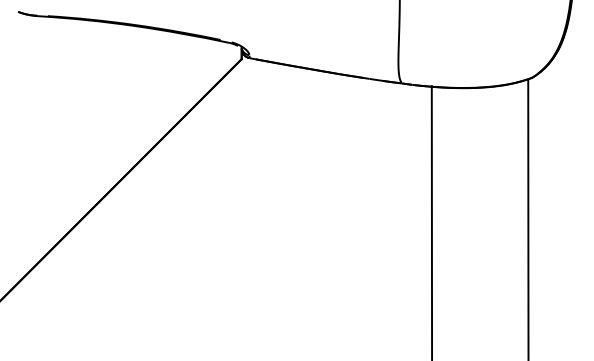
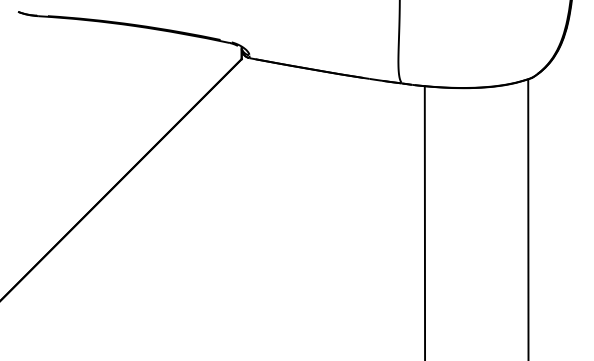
line at (431, 221) position: (431, 221) -> (424, 221)
